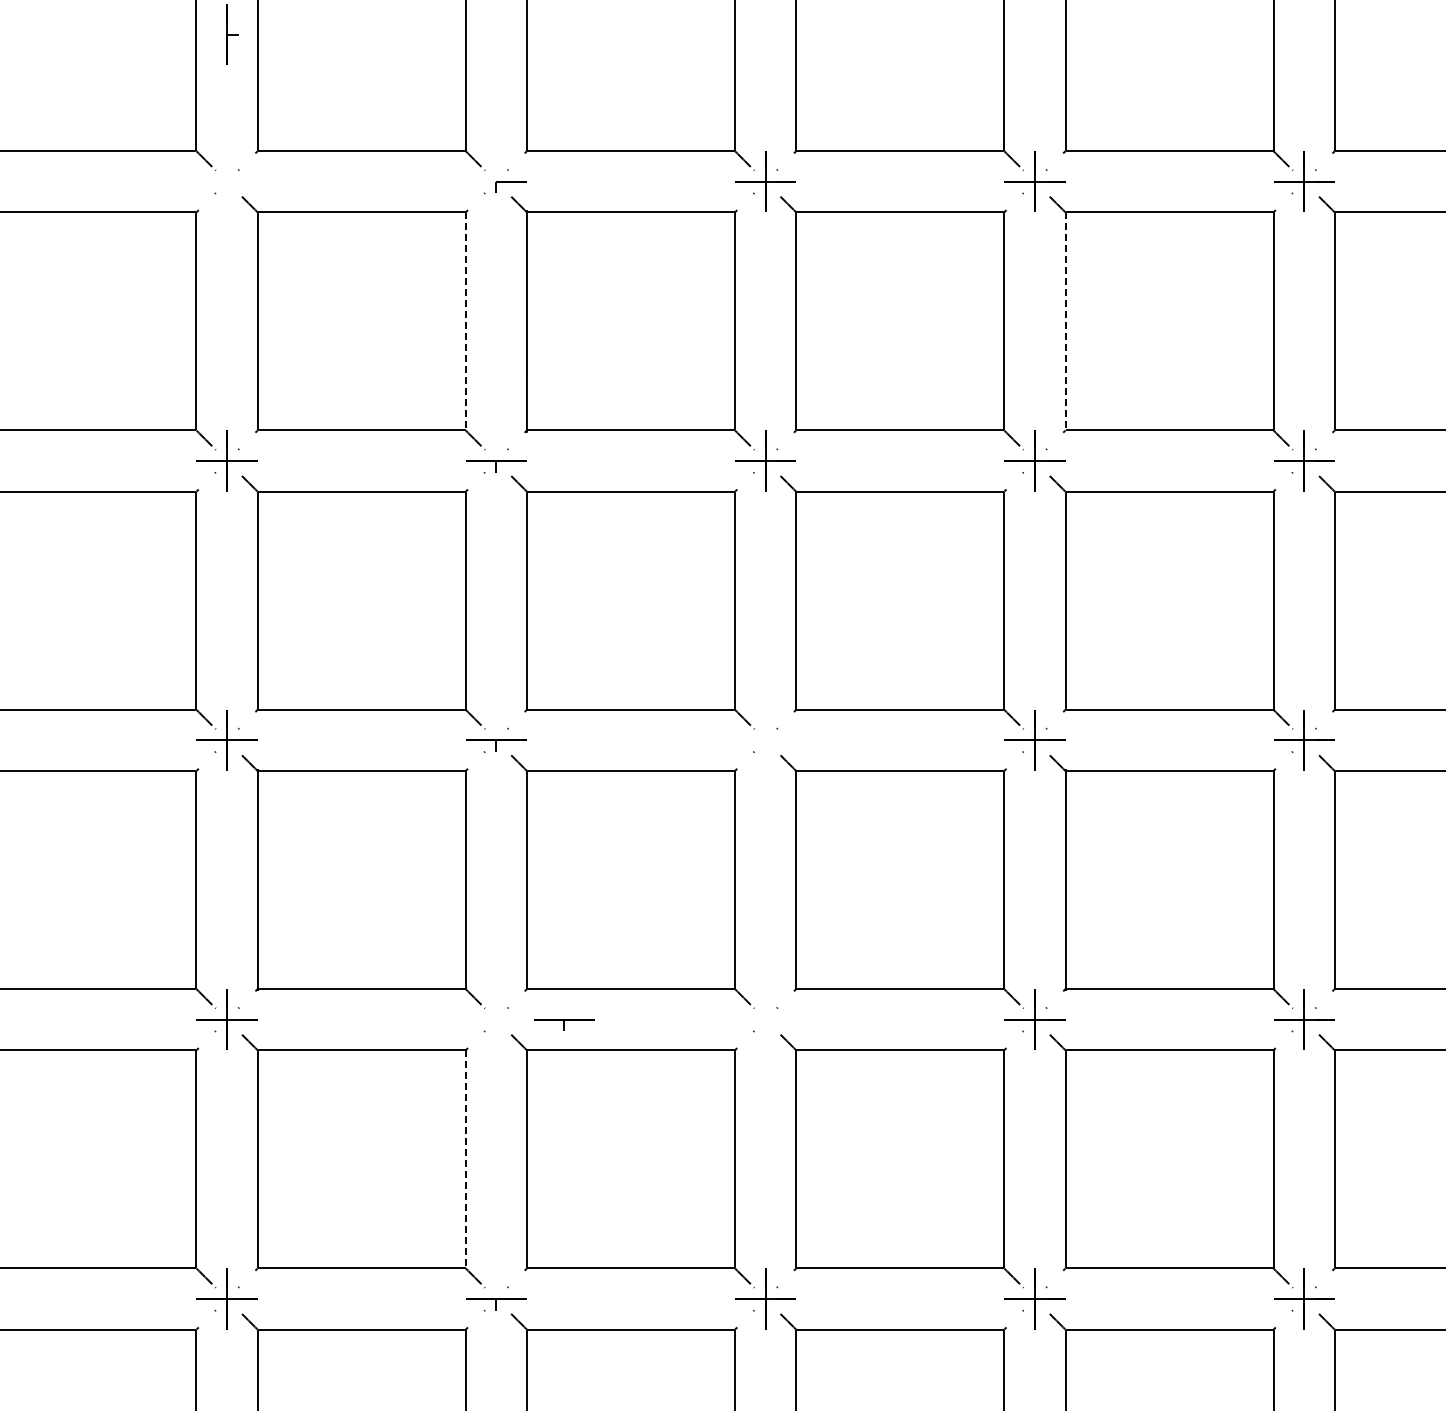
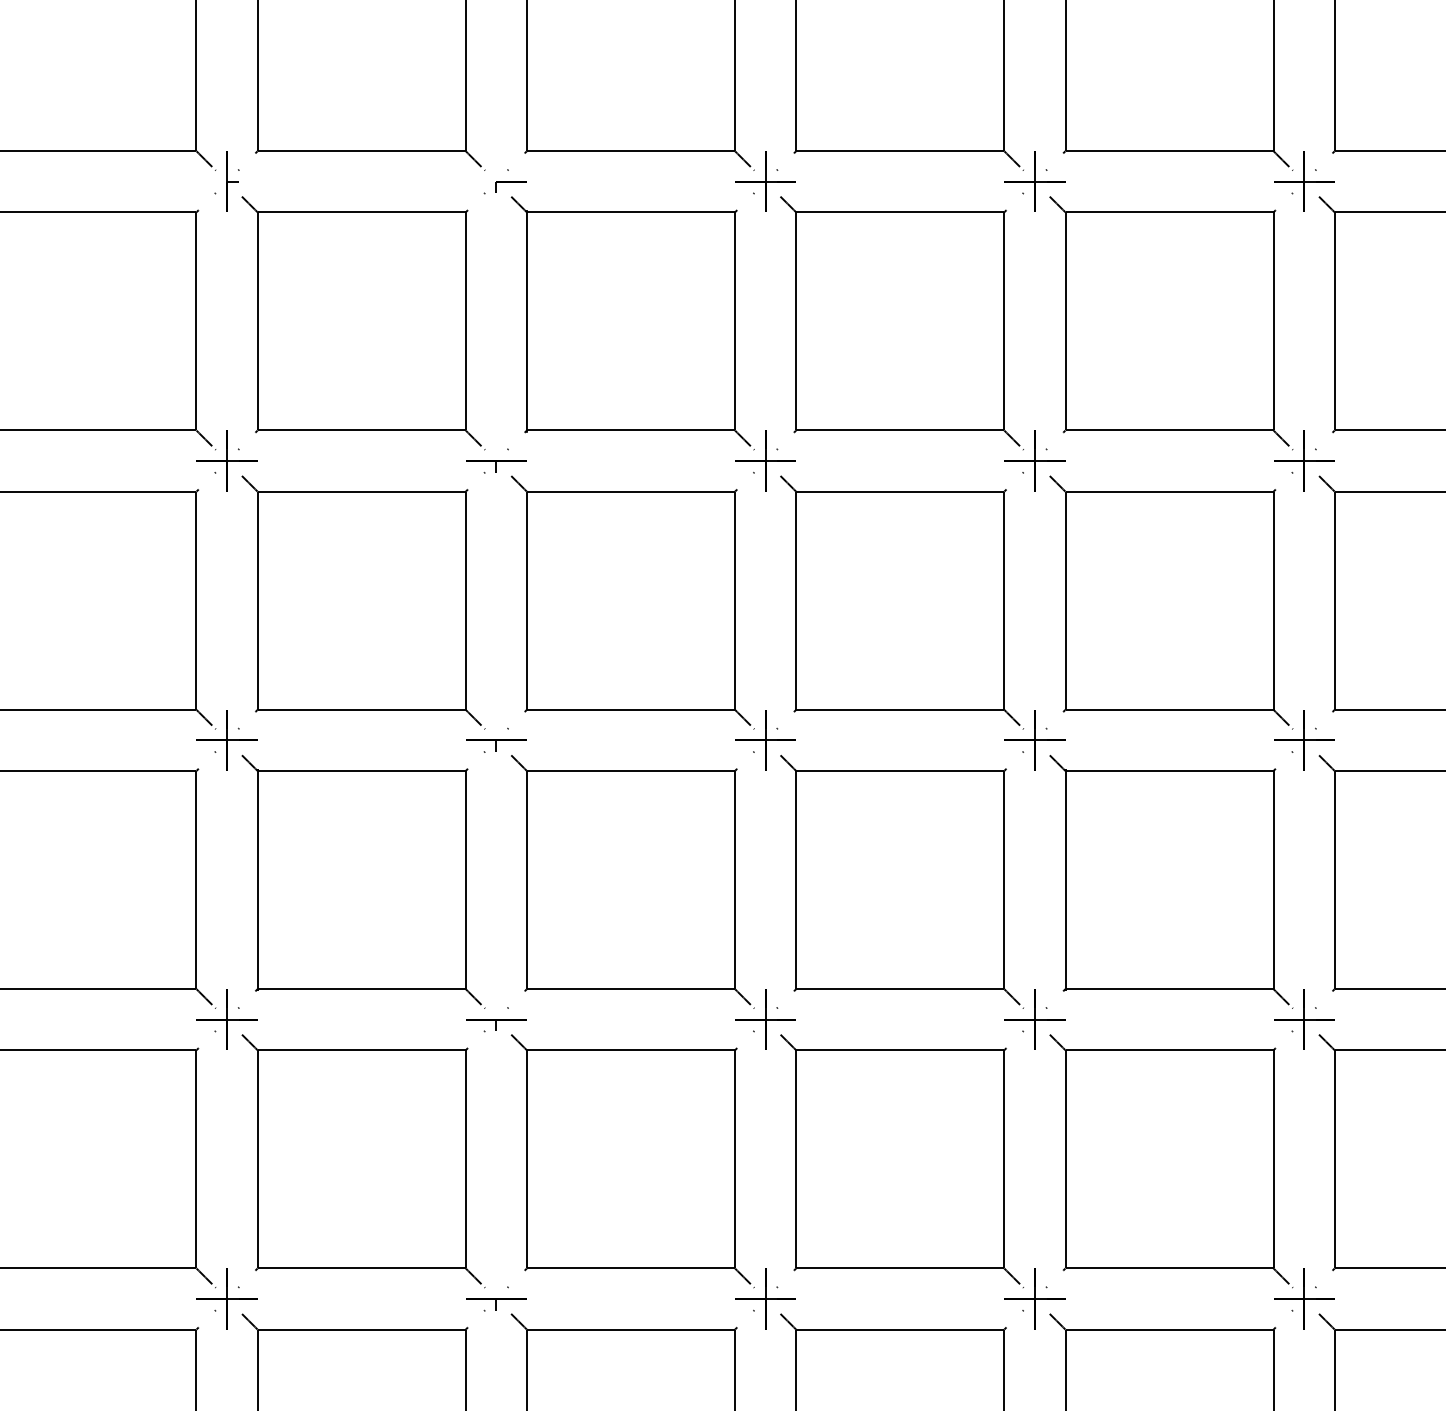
part at (232, 34) position: (232, 34) -> (232, 181)
line at (465, 321): dashed -> solid
line at (1065, 321): dashed -> solid
part at (765, 740): none -> present
part at (765, 1019): none -> present
part at (564, 1024) position: (564, 1024) -> (496, 1024)
line at (465, 1159): dashed -> solid
